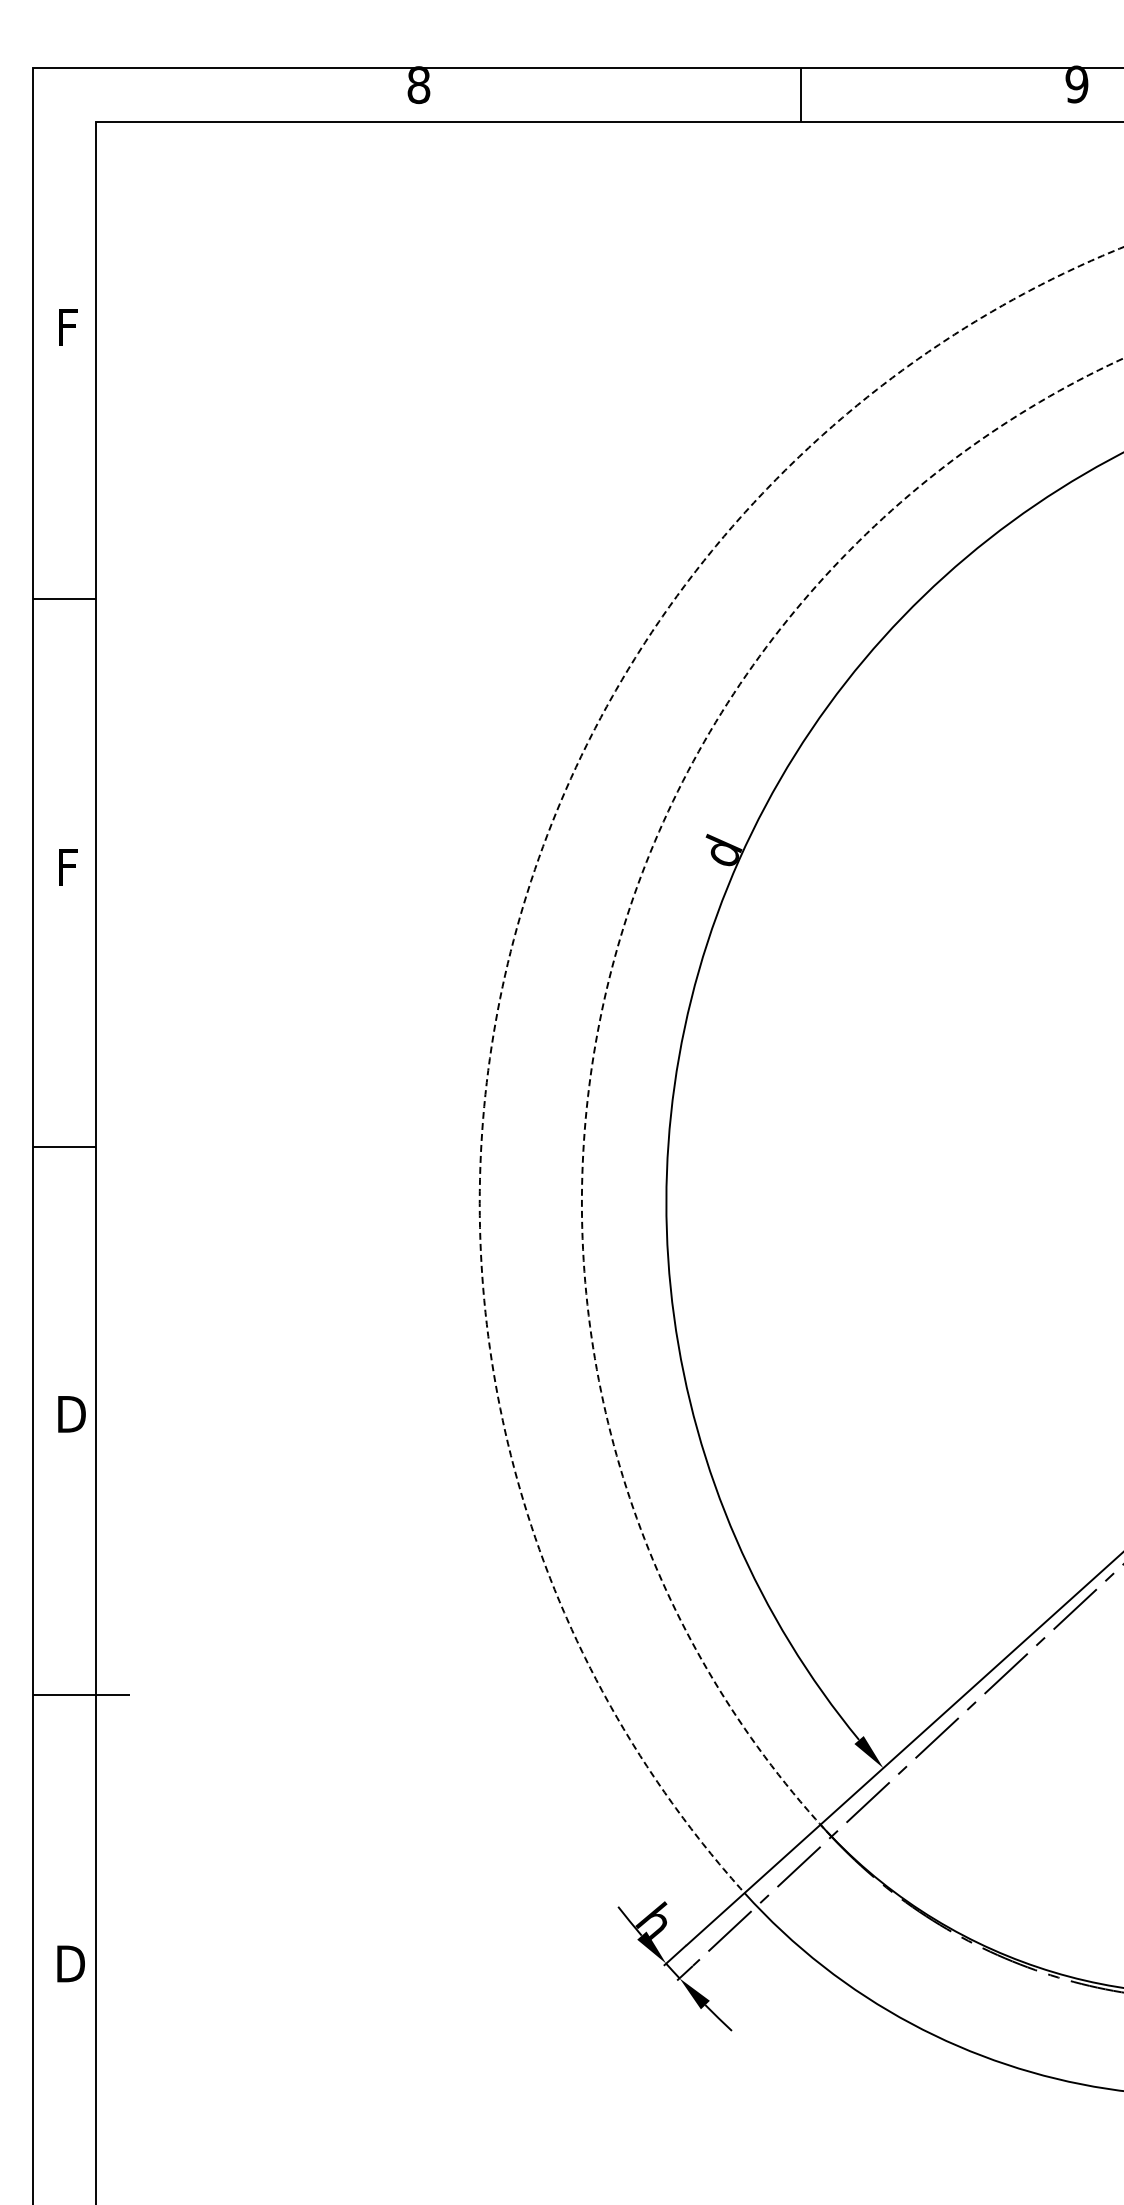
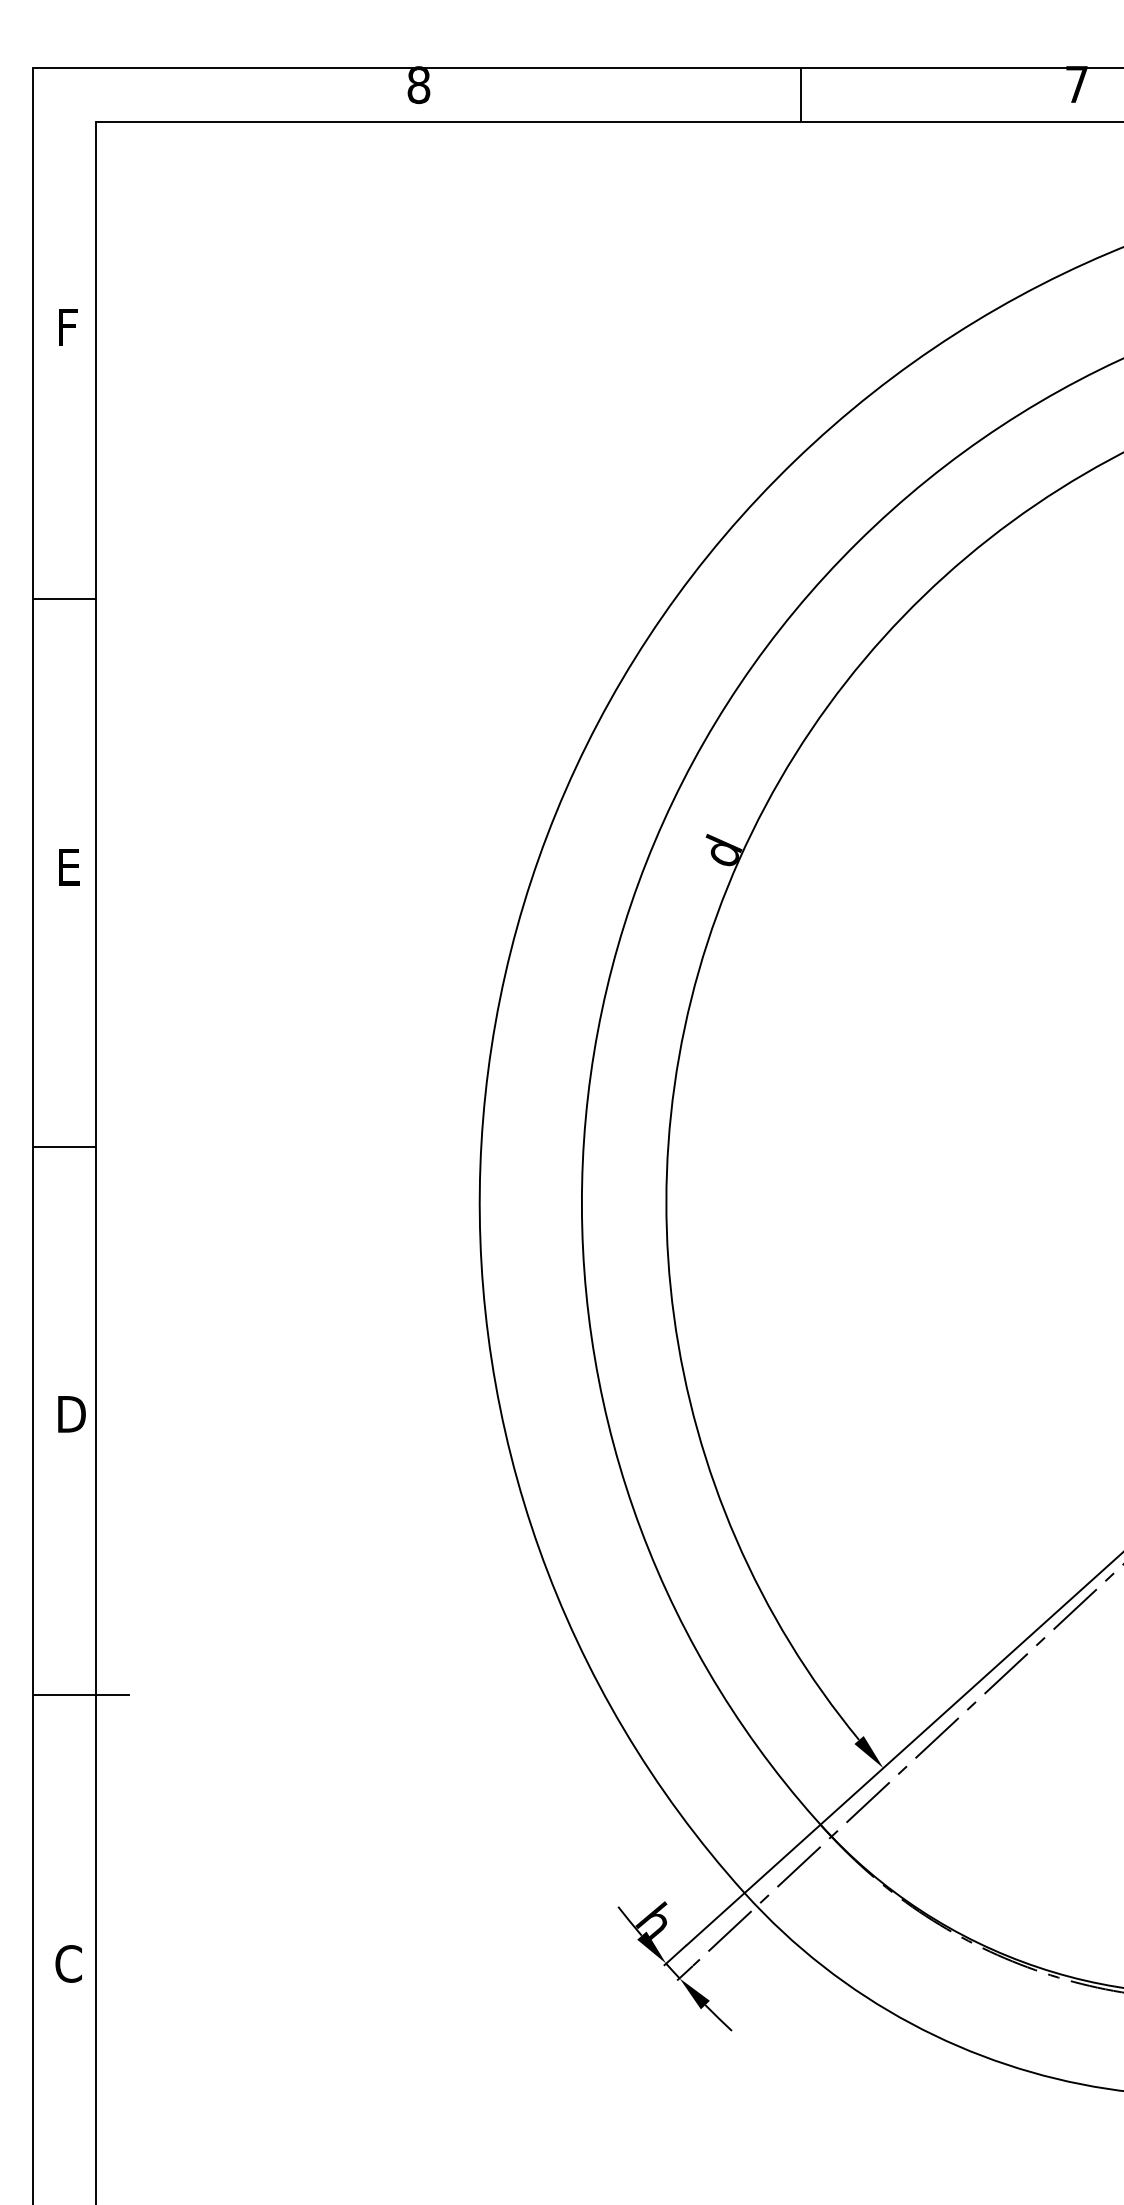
text at (1076, 84): 9 -> 7
text at (71, 867): F -> E
arc at (505, 975): dashed -> solid
arc at (600, 1019): dashed -> solid
text at (69, 1963): D -> C
